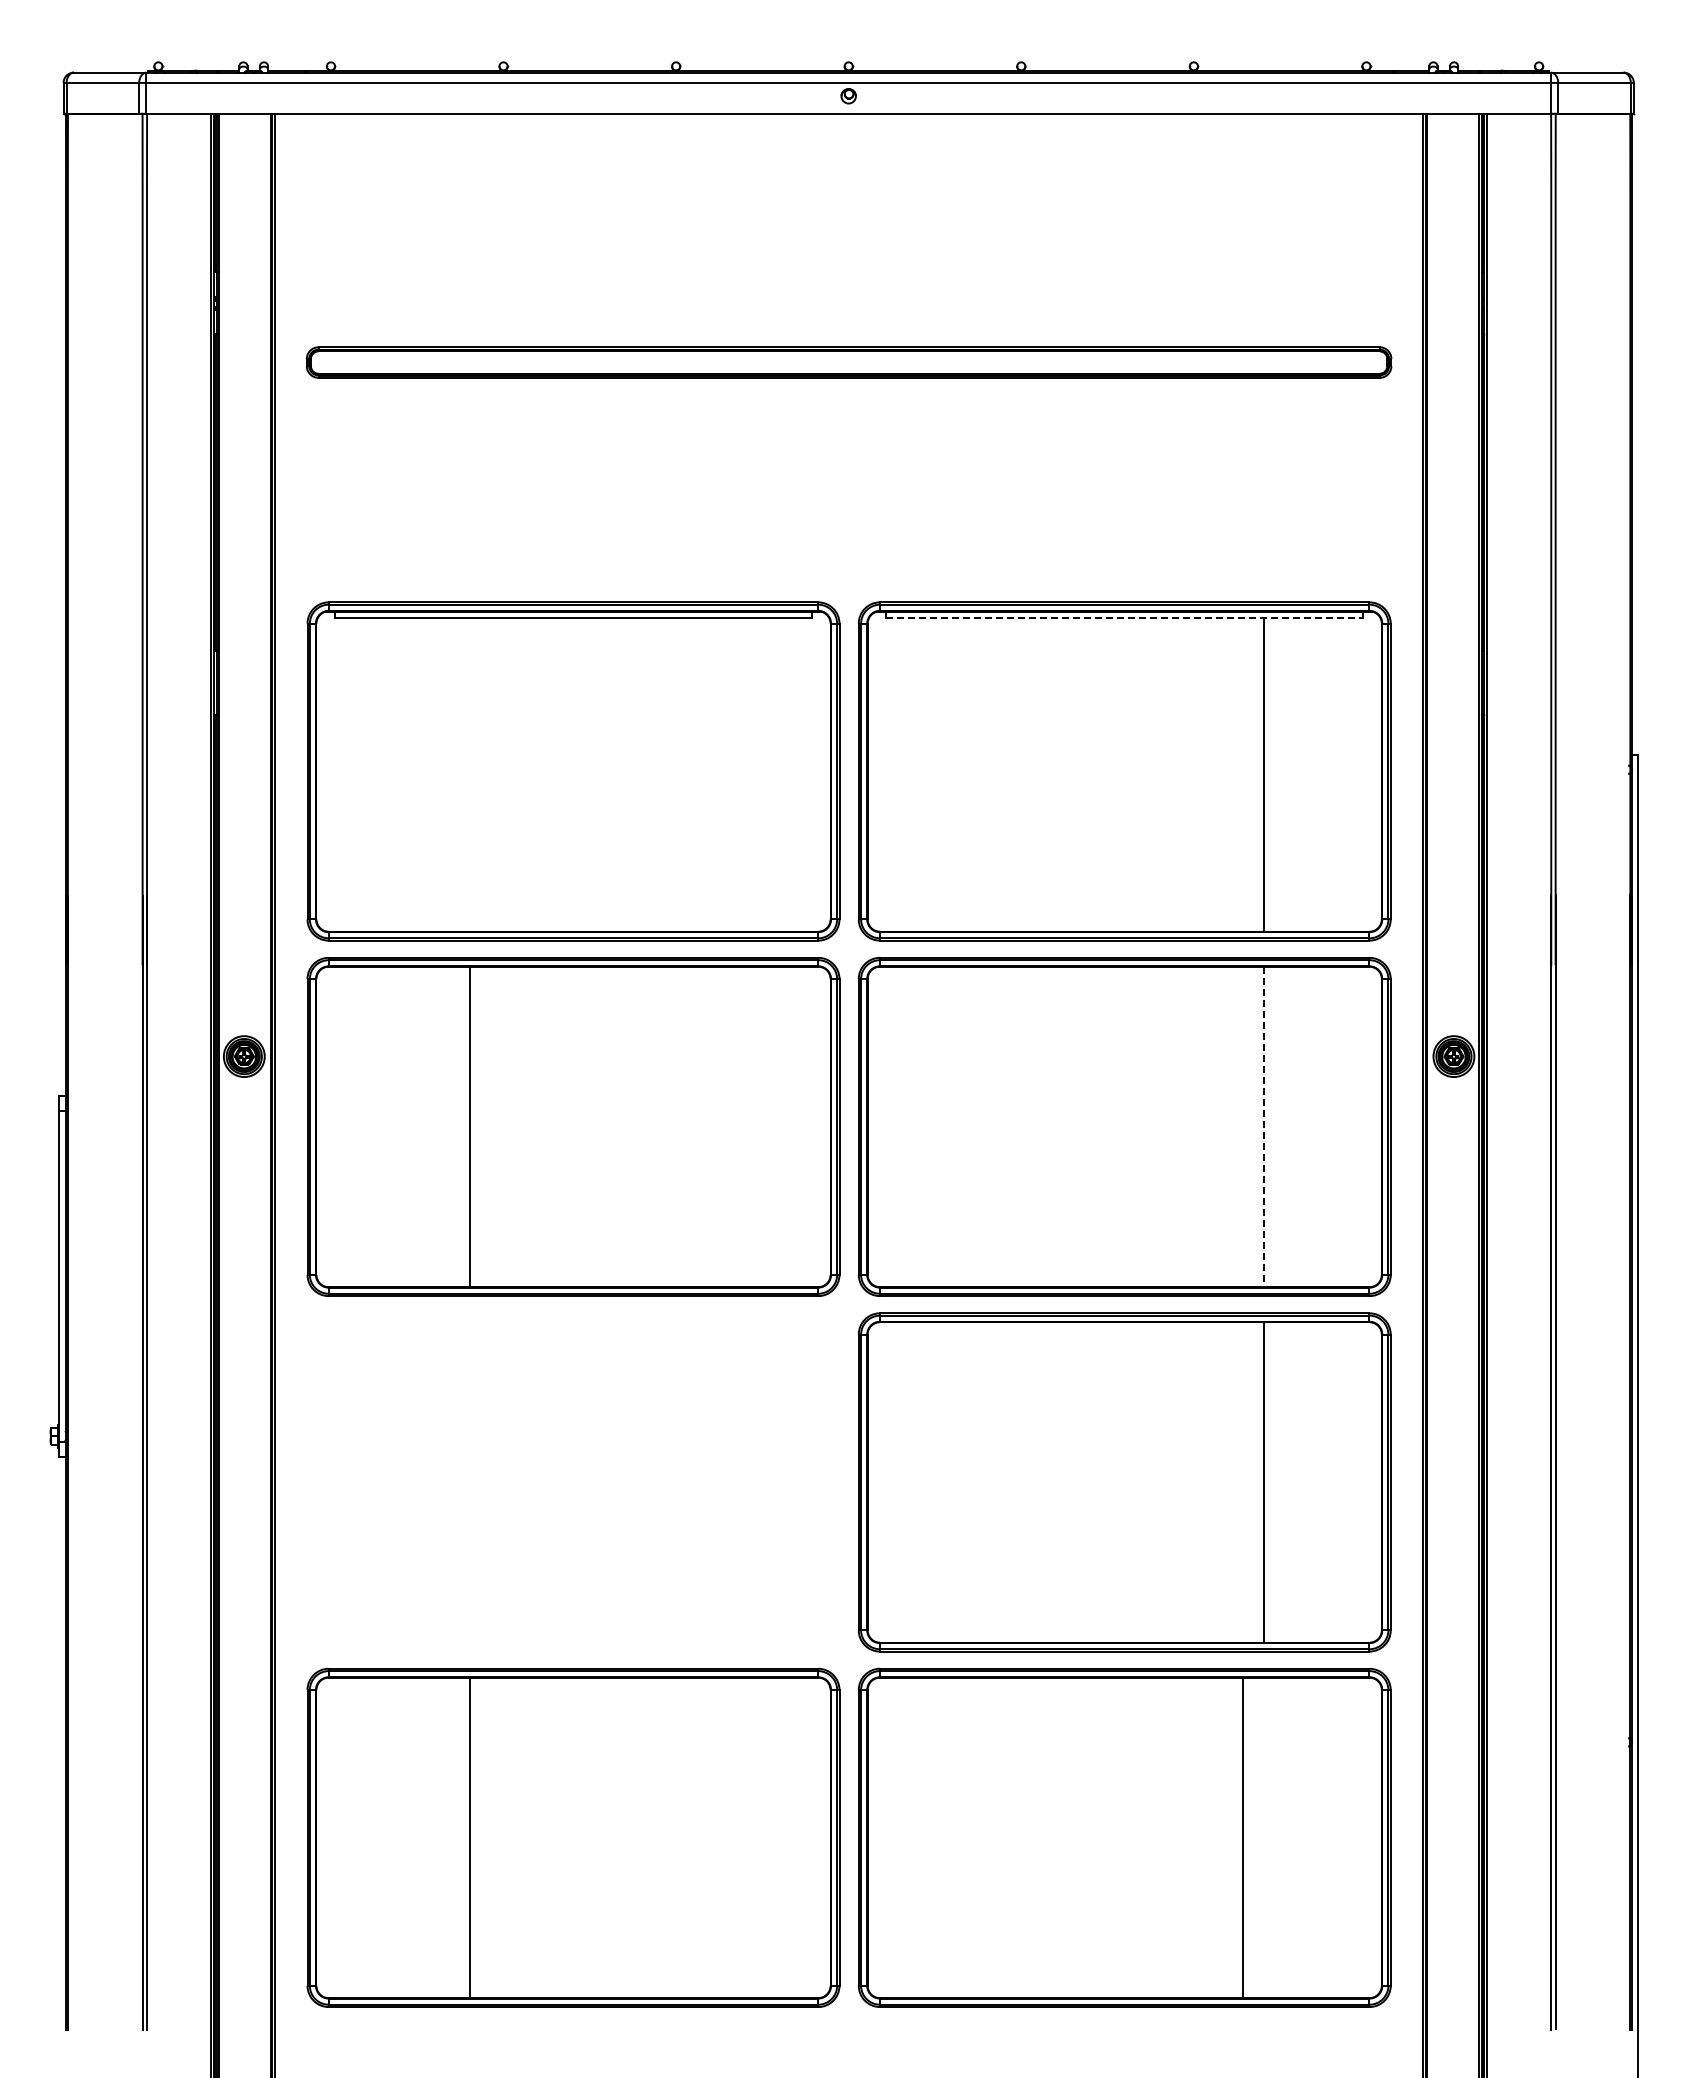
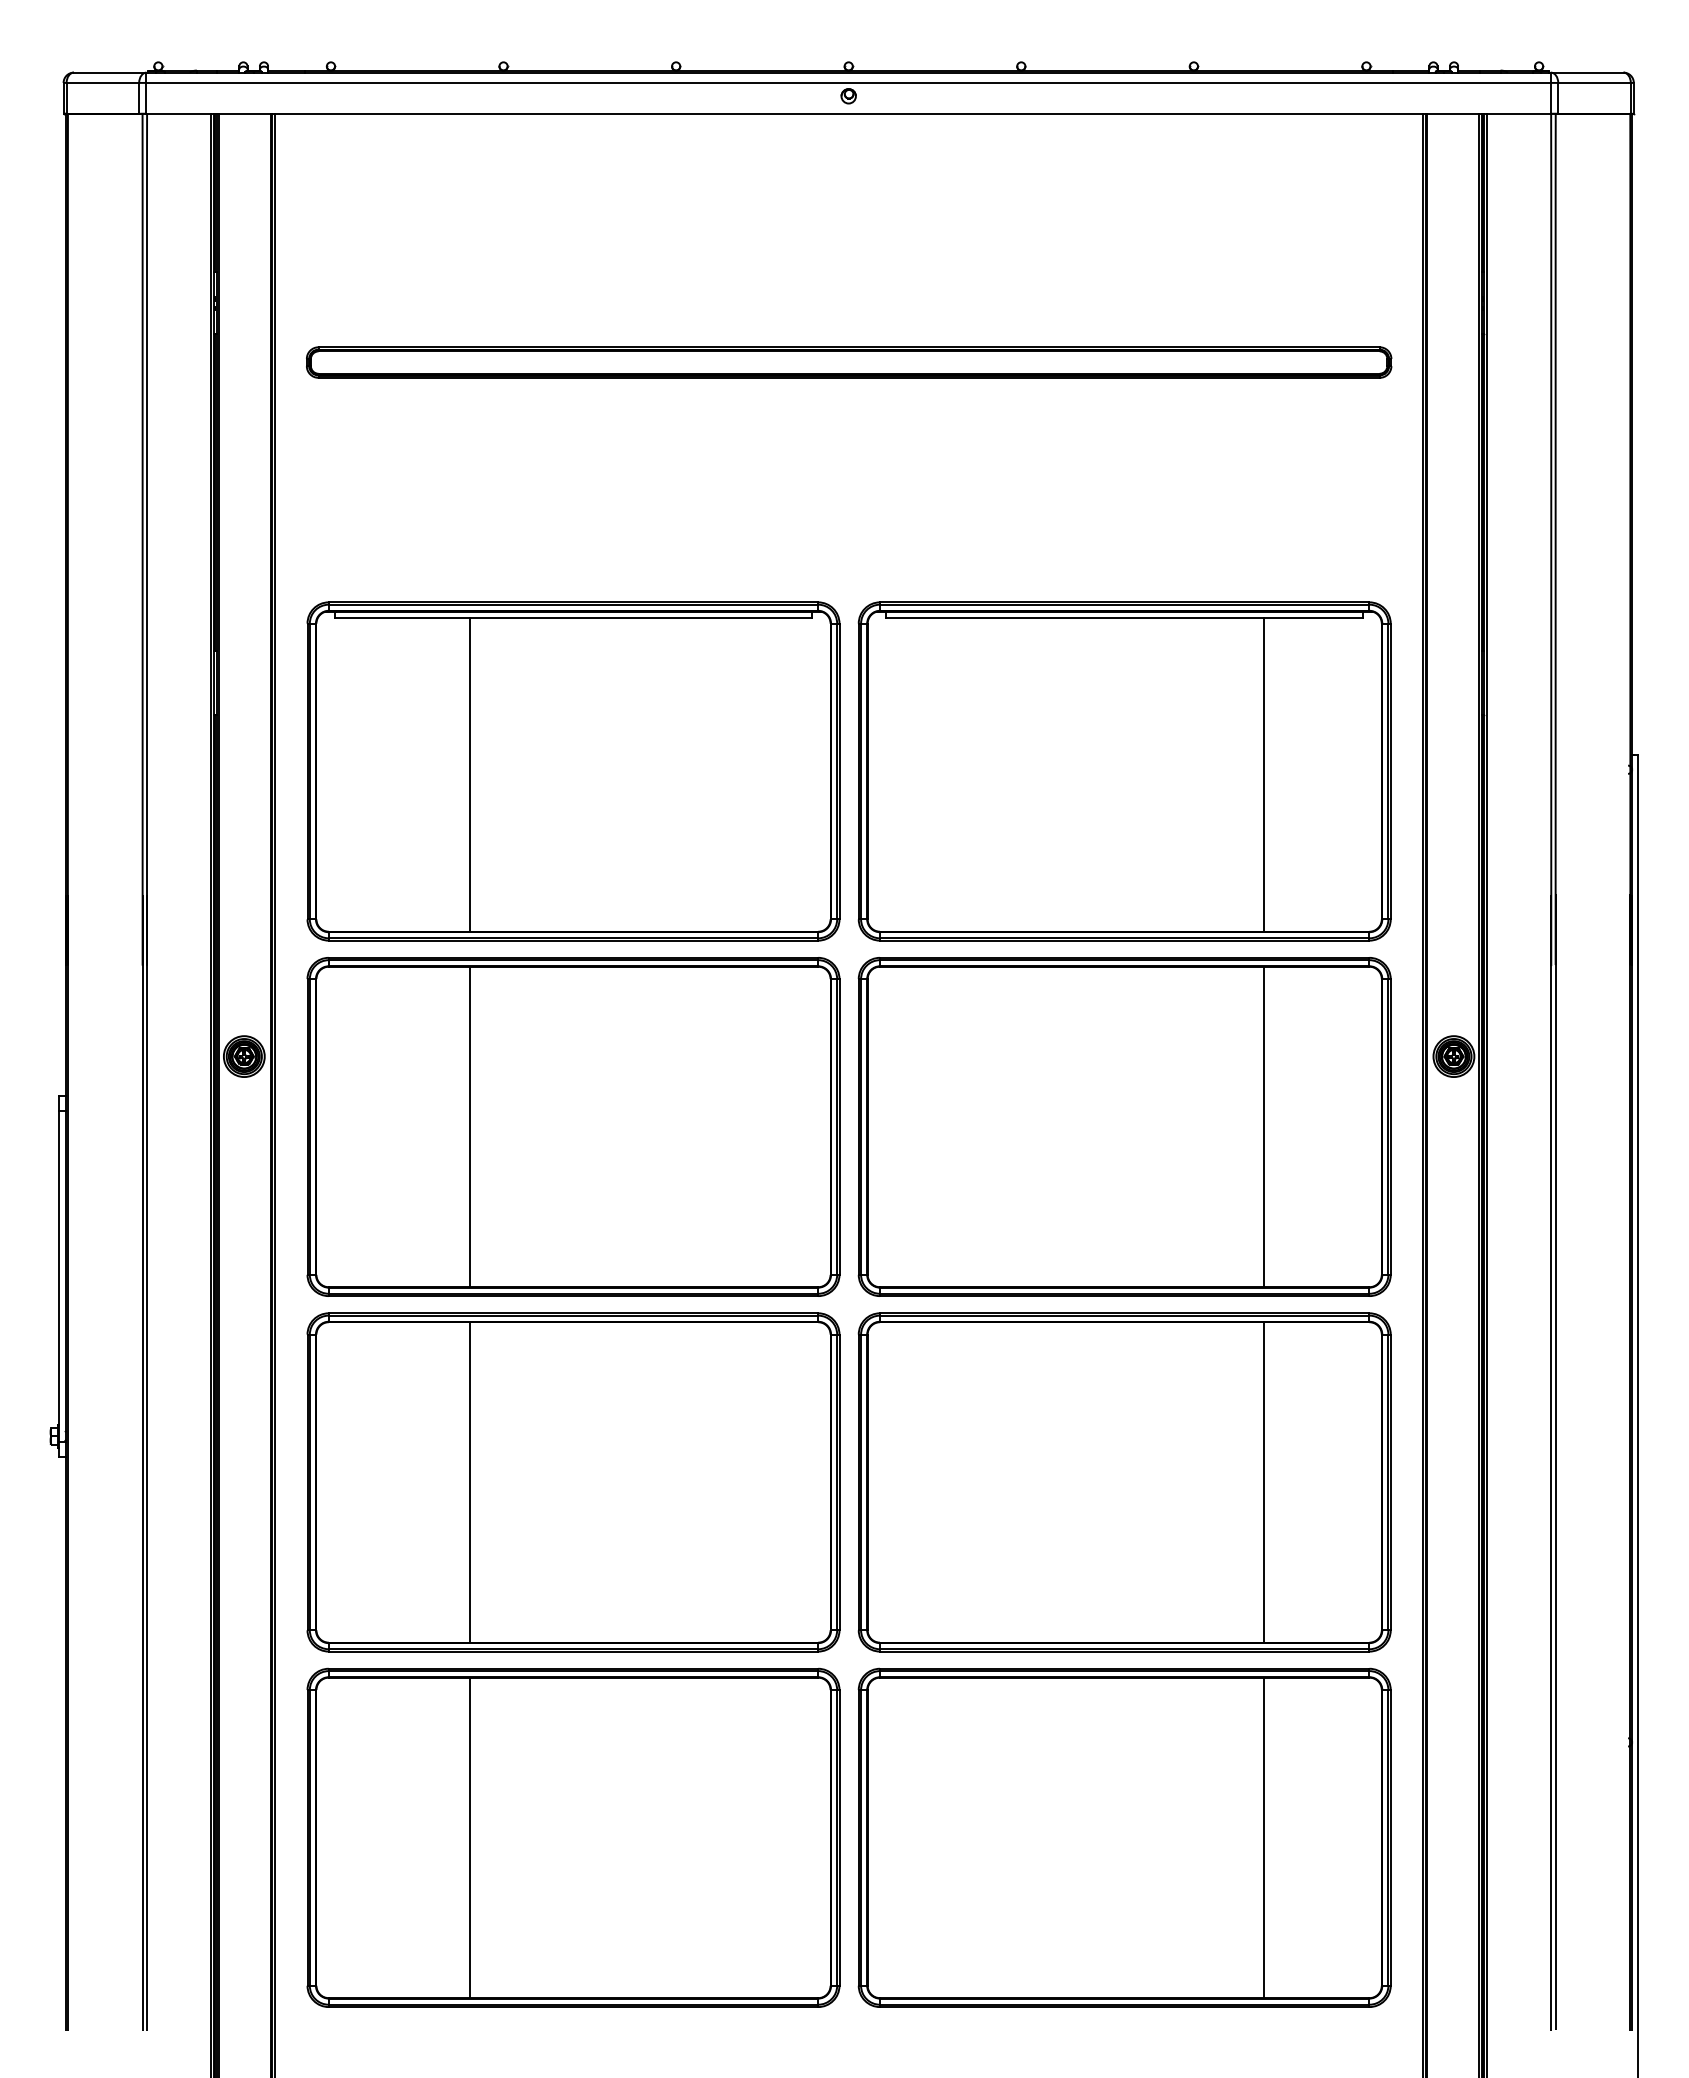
line at (1124, 618): dashed -> solid
line at (469, 774): none -> present
line at (1263, 1127): dashed -> solid
part at (573, 1482): none -> present
line at (1242, 1837) position: (1242, 1837) -> (1263, 1837)
